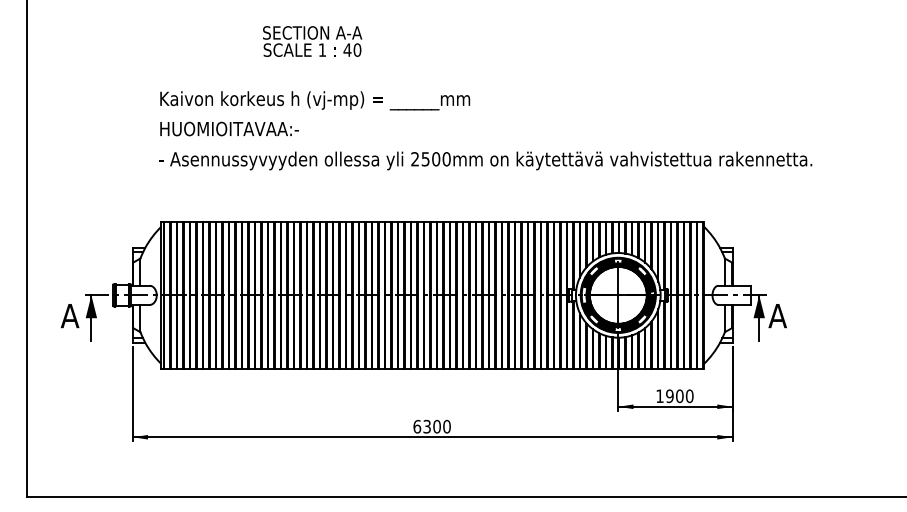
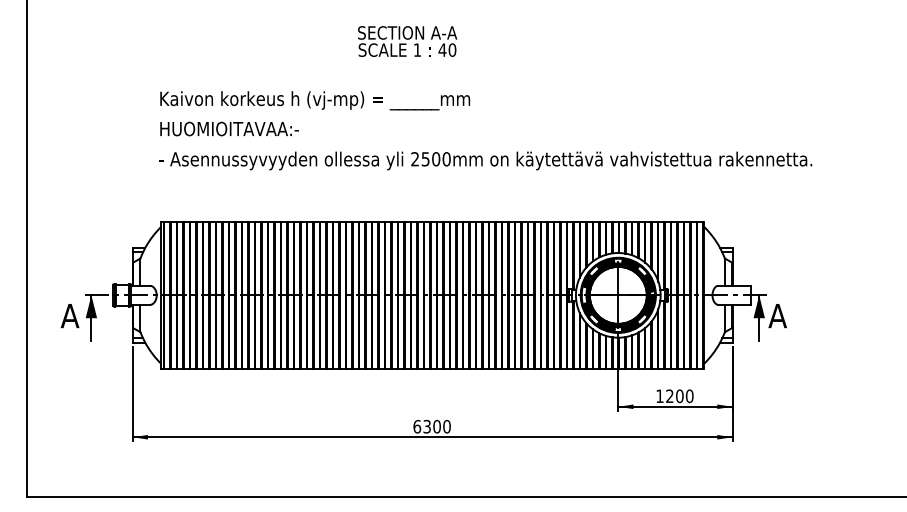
text at (312, 41) position: (312, 41) -> (407, 41)
text at (669, 396): 1900 -> 1200
